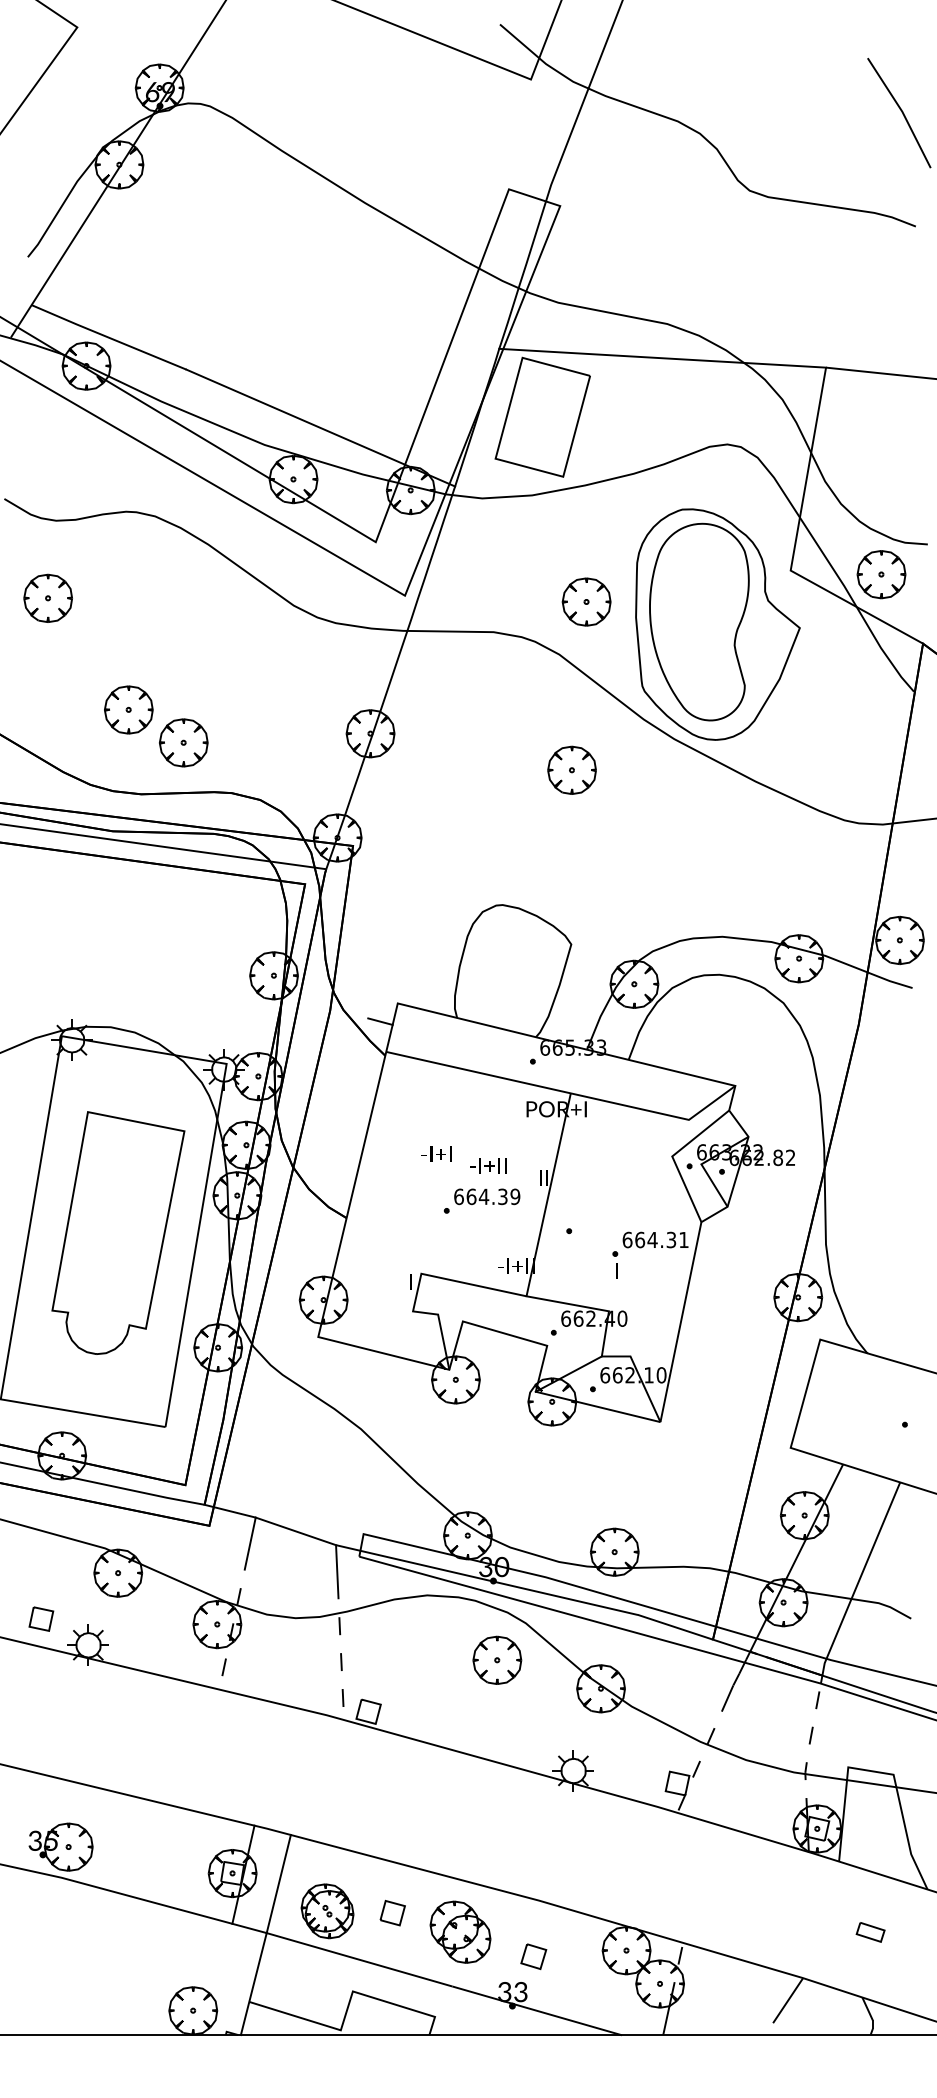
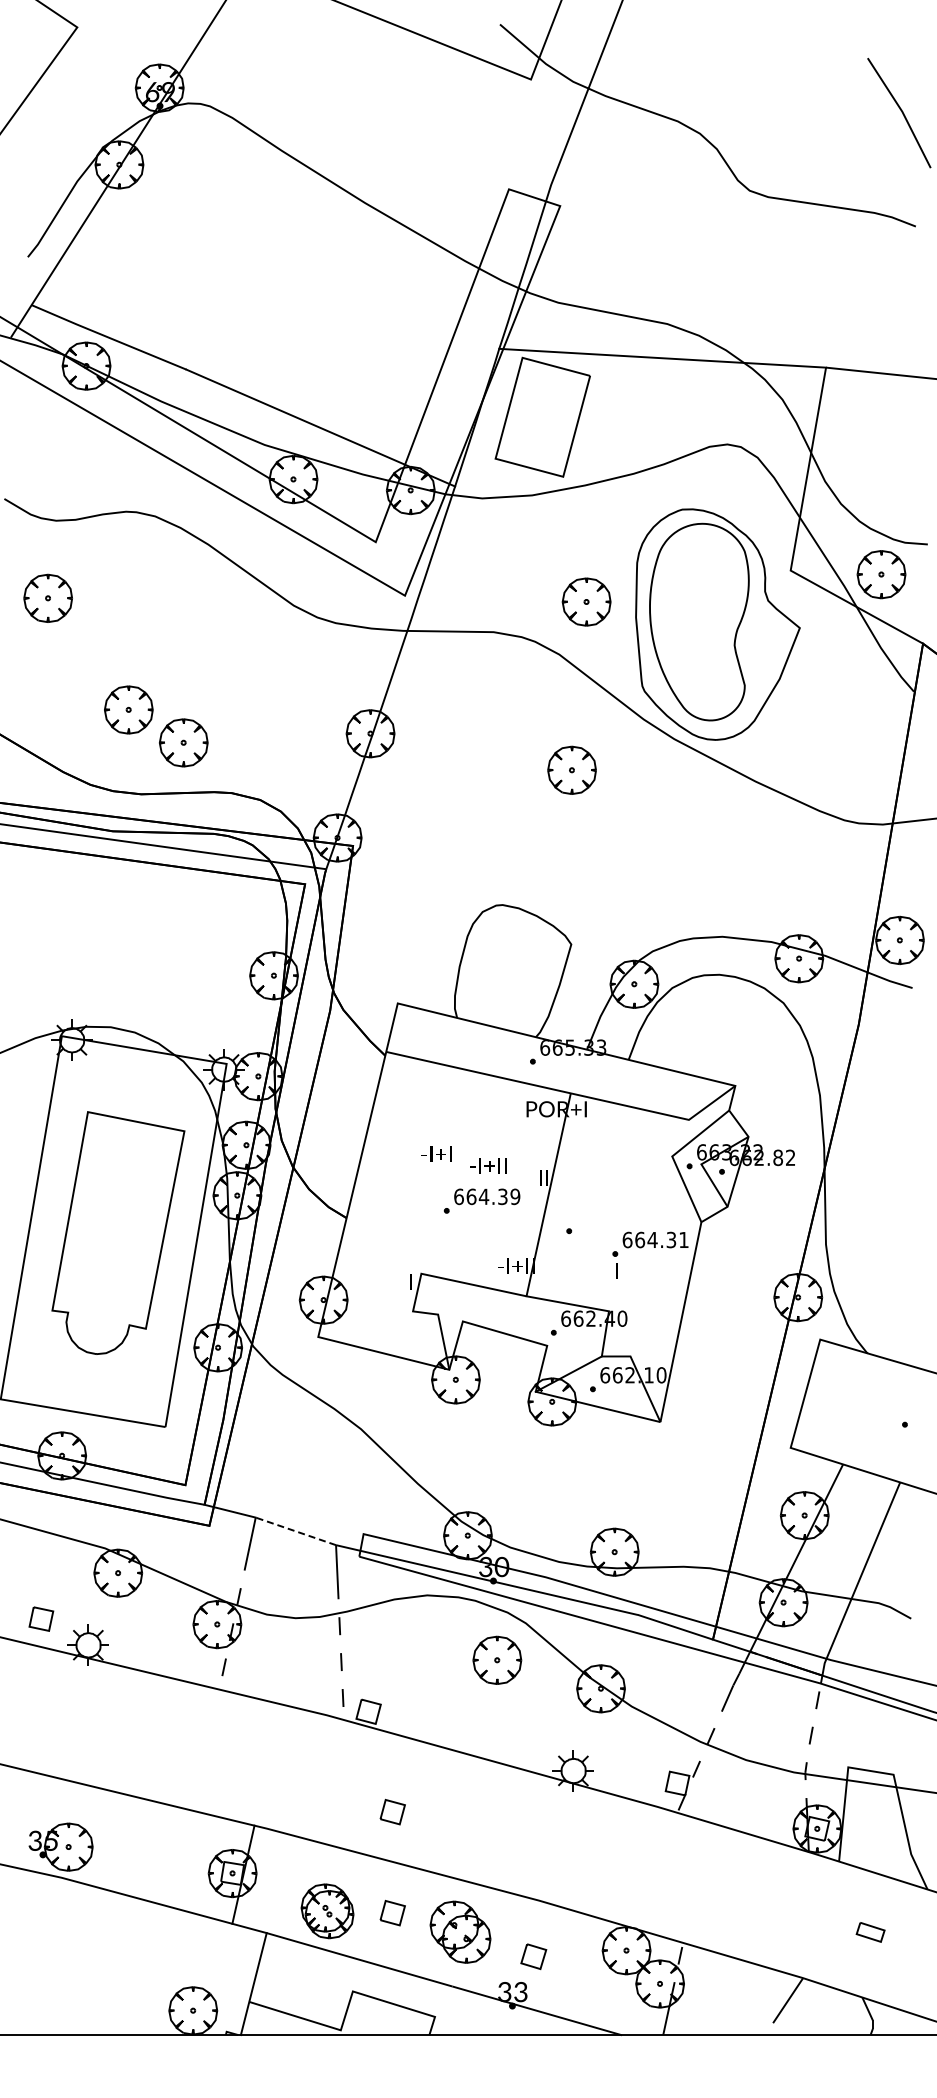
line at (380, 1021): present -> none
line at (295, 1531): solid -> dashed
part at (392, 1811): none -> present
line at (278, 1883): present -> none
